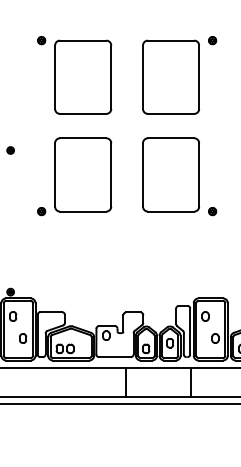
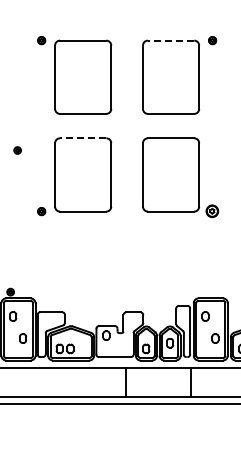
line at (170, 40): solid -> dashed
line at (82, 138): solid -> dashed
part at (10, 150) position: (10, 150) -> (17, 150)
part at (212, 211) size: 10x10 px -> 15x14 px
